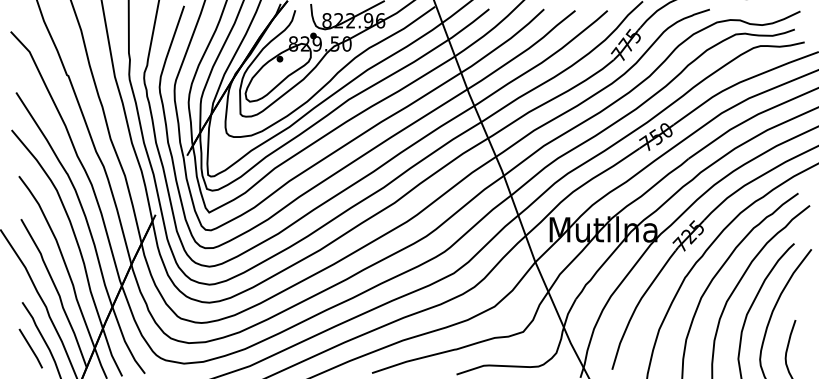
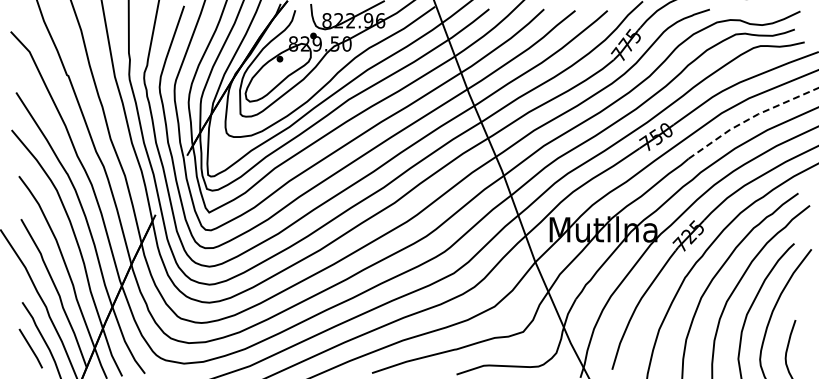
line at (750, 118): solid -> dashed
